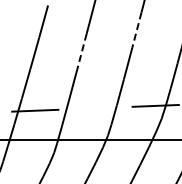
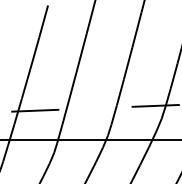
line at (136, 30): dashed -> solid
line at (81, 51): dashed -> solid
